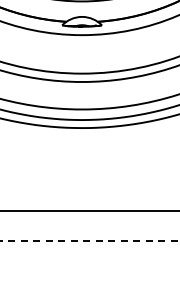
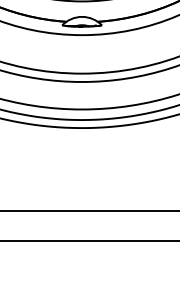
line at (89, 240): dashed -> solid
